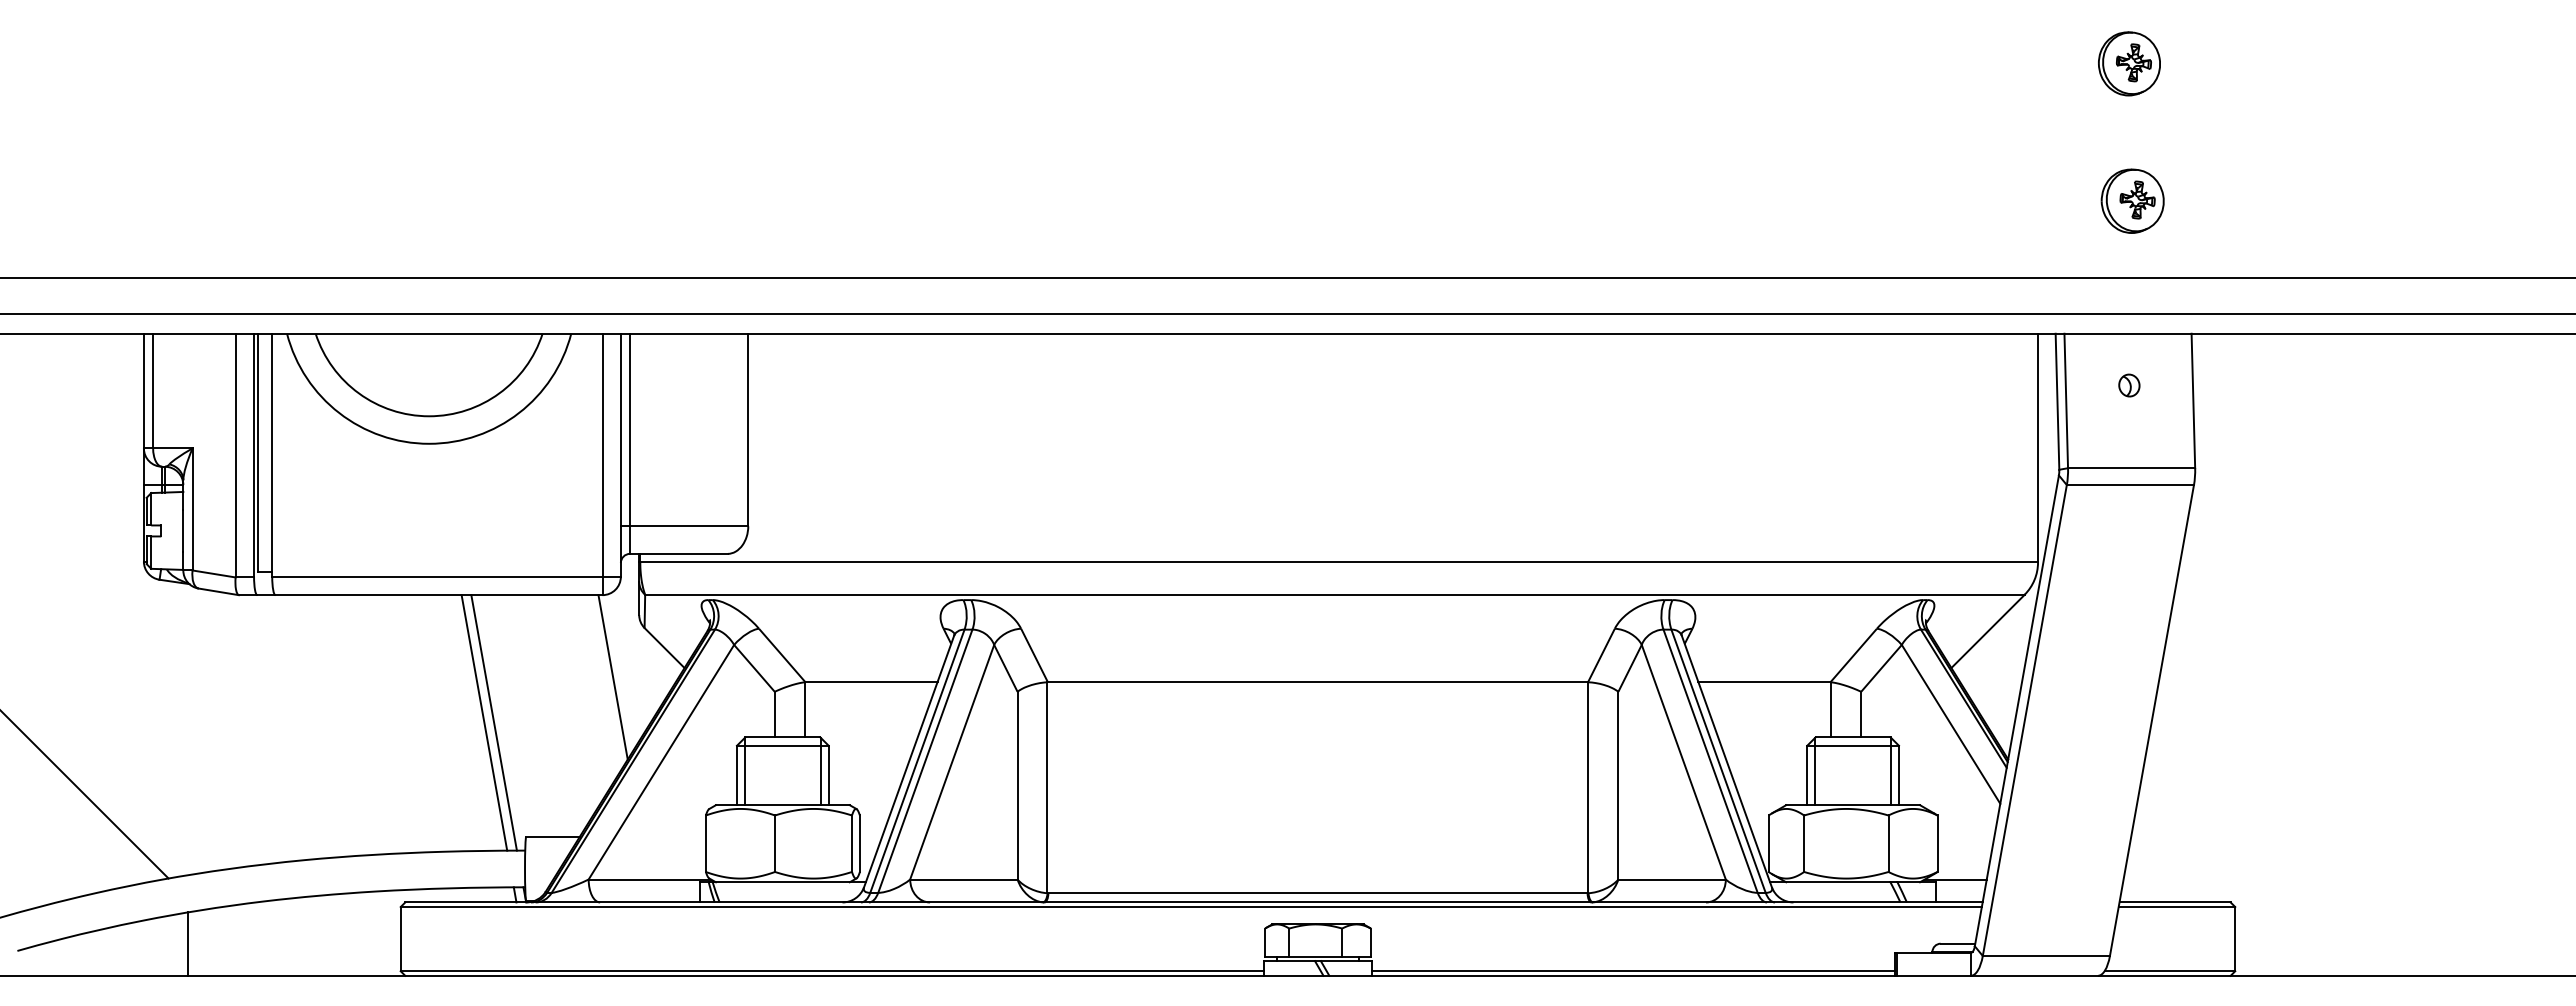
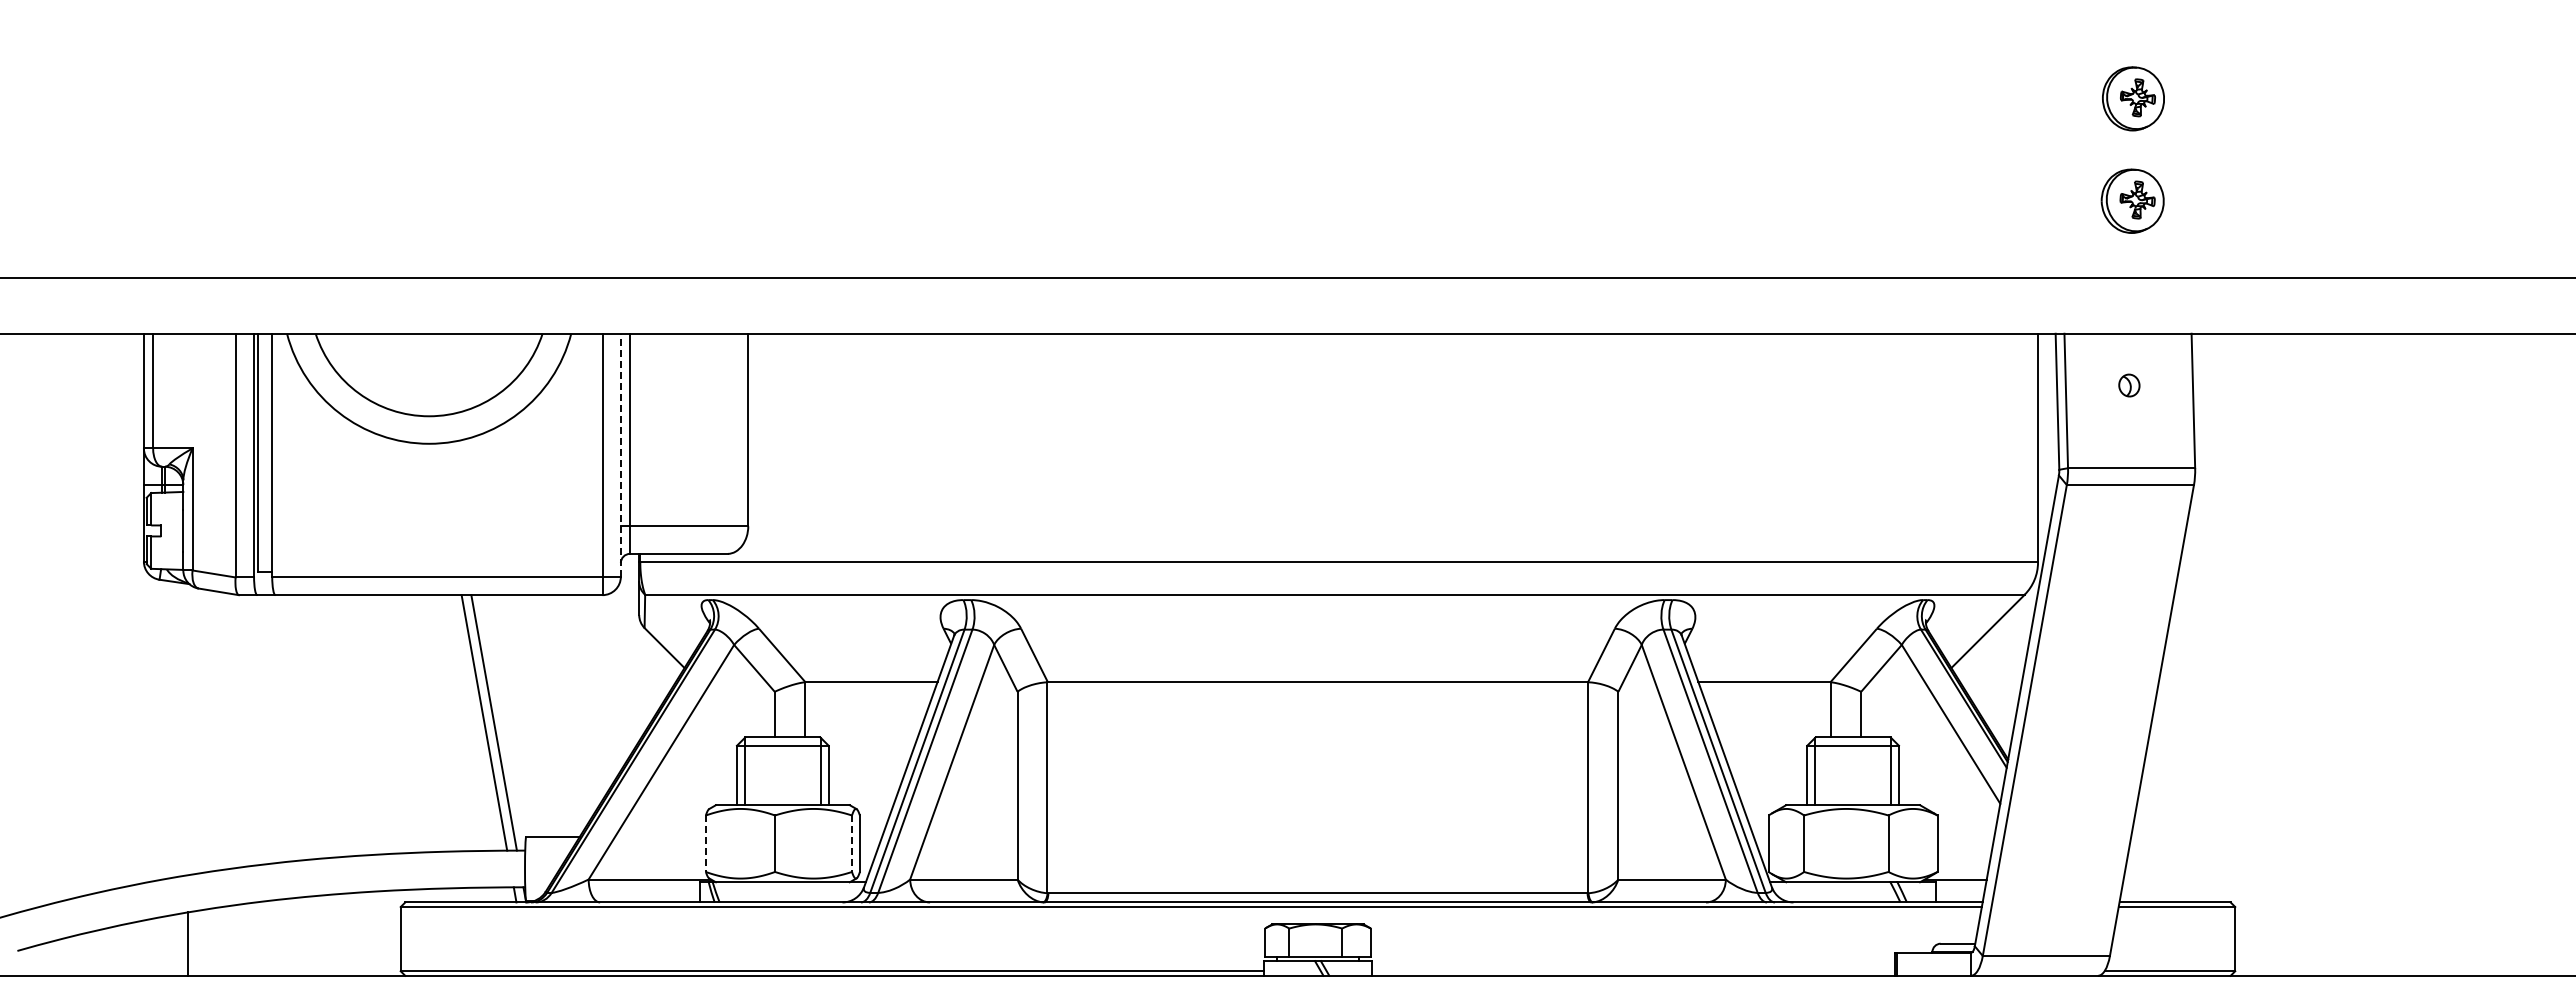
part at (2129, 63) position: (2129, 63) -> (2133, 98)
line at (1287, 314): present -> none
line at (620, 455): solid -> dashed
line at (612, 677): present -> none
line at (85, 794): present -> none
line at (705, 844): solid -> dashed
line at (852, 844): solid -> dashed
line at (1633, 971): present -> none
